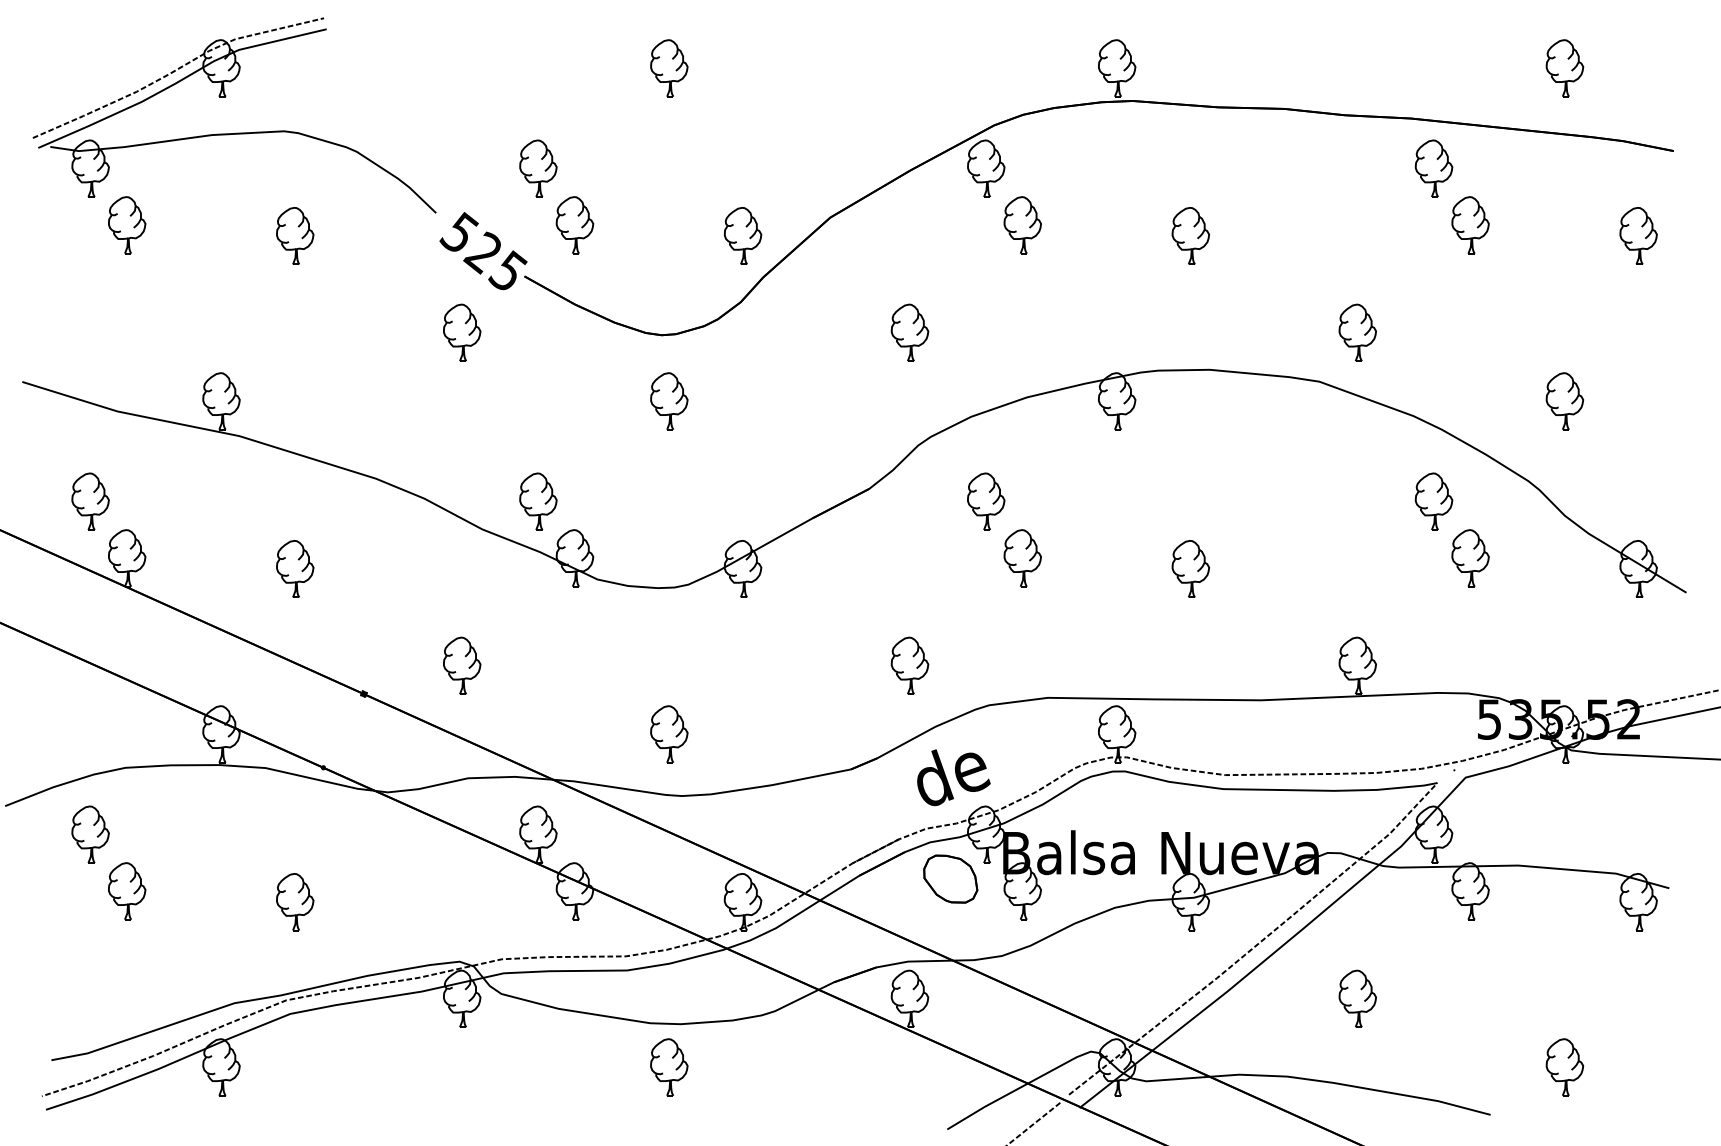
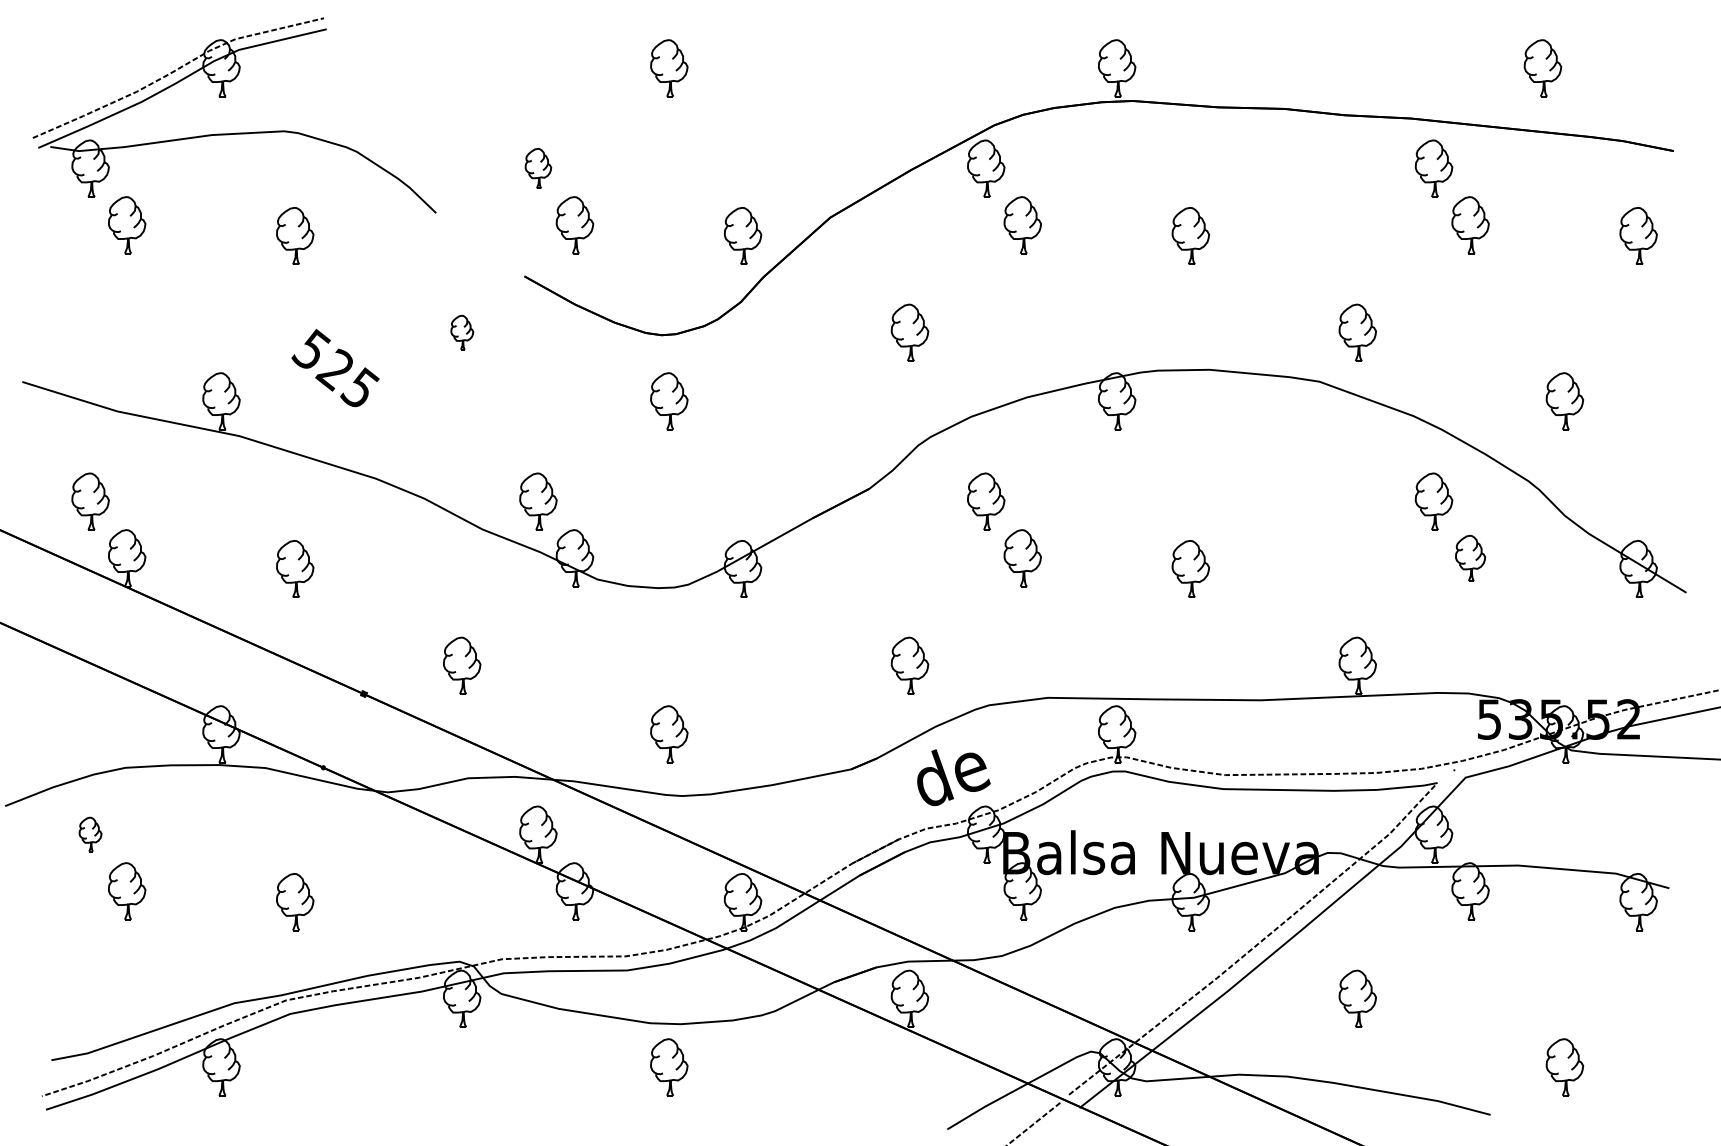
part at (1564, 68) position: (1564, 68) -> (1542, 68)
part at (538, 168) size: 39x59 px -> 29x41 px
text at (483, 251) position: (483, 251) -> (335, 368)
part at (462, 332) size: 39x59 px -> 25x37 px
part at (1470, 558) size: 39x59 px -> 32x48 px
part at (90, 834) size: 39x59 px -> 25x37 px
part at (950, 878): present -> none
